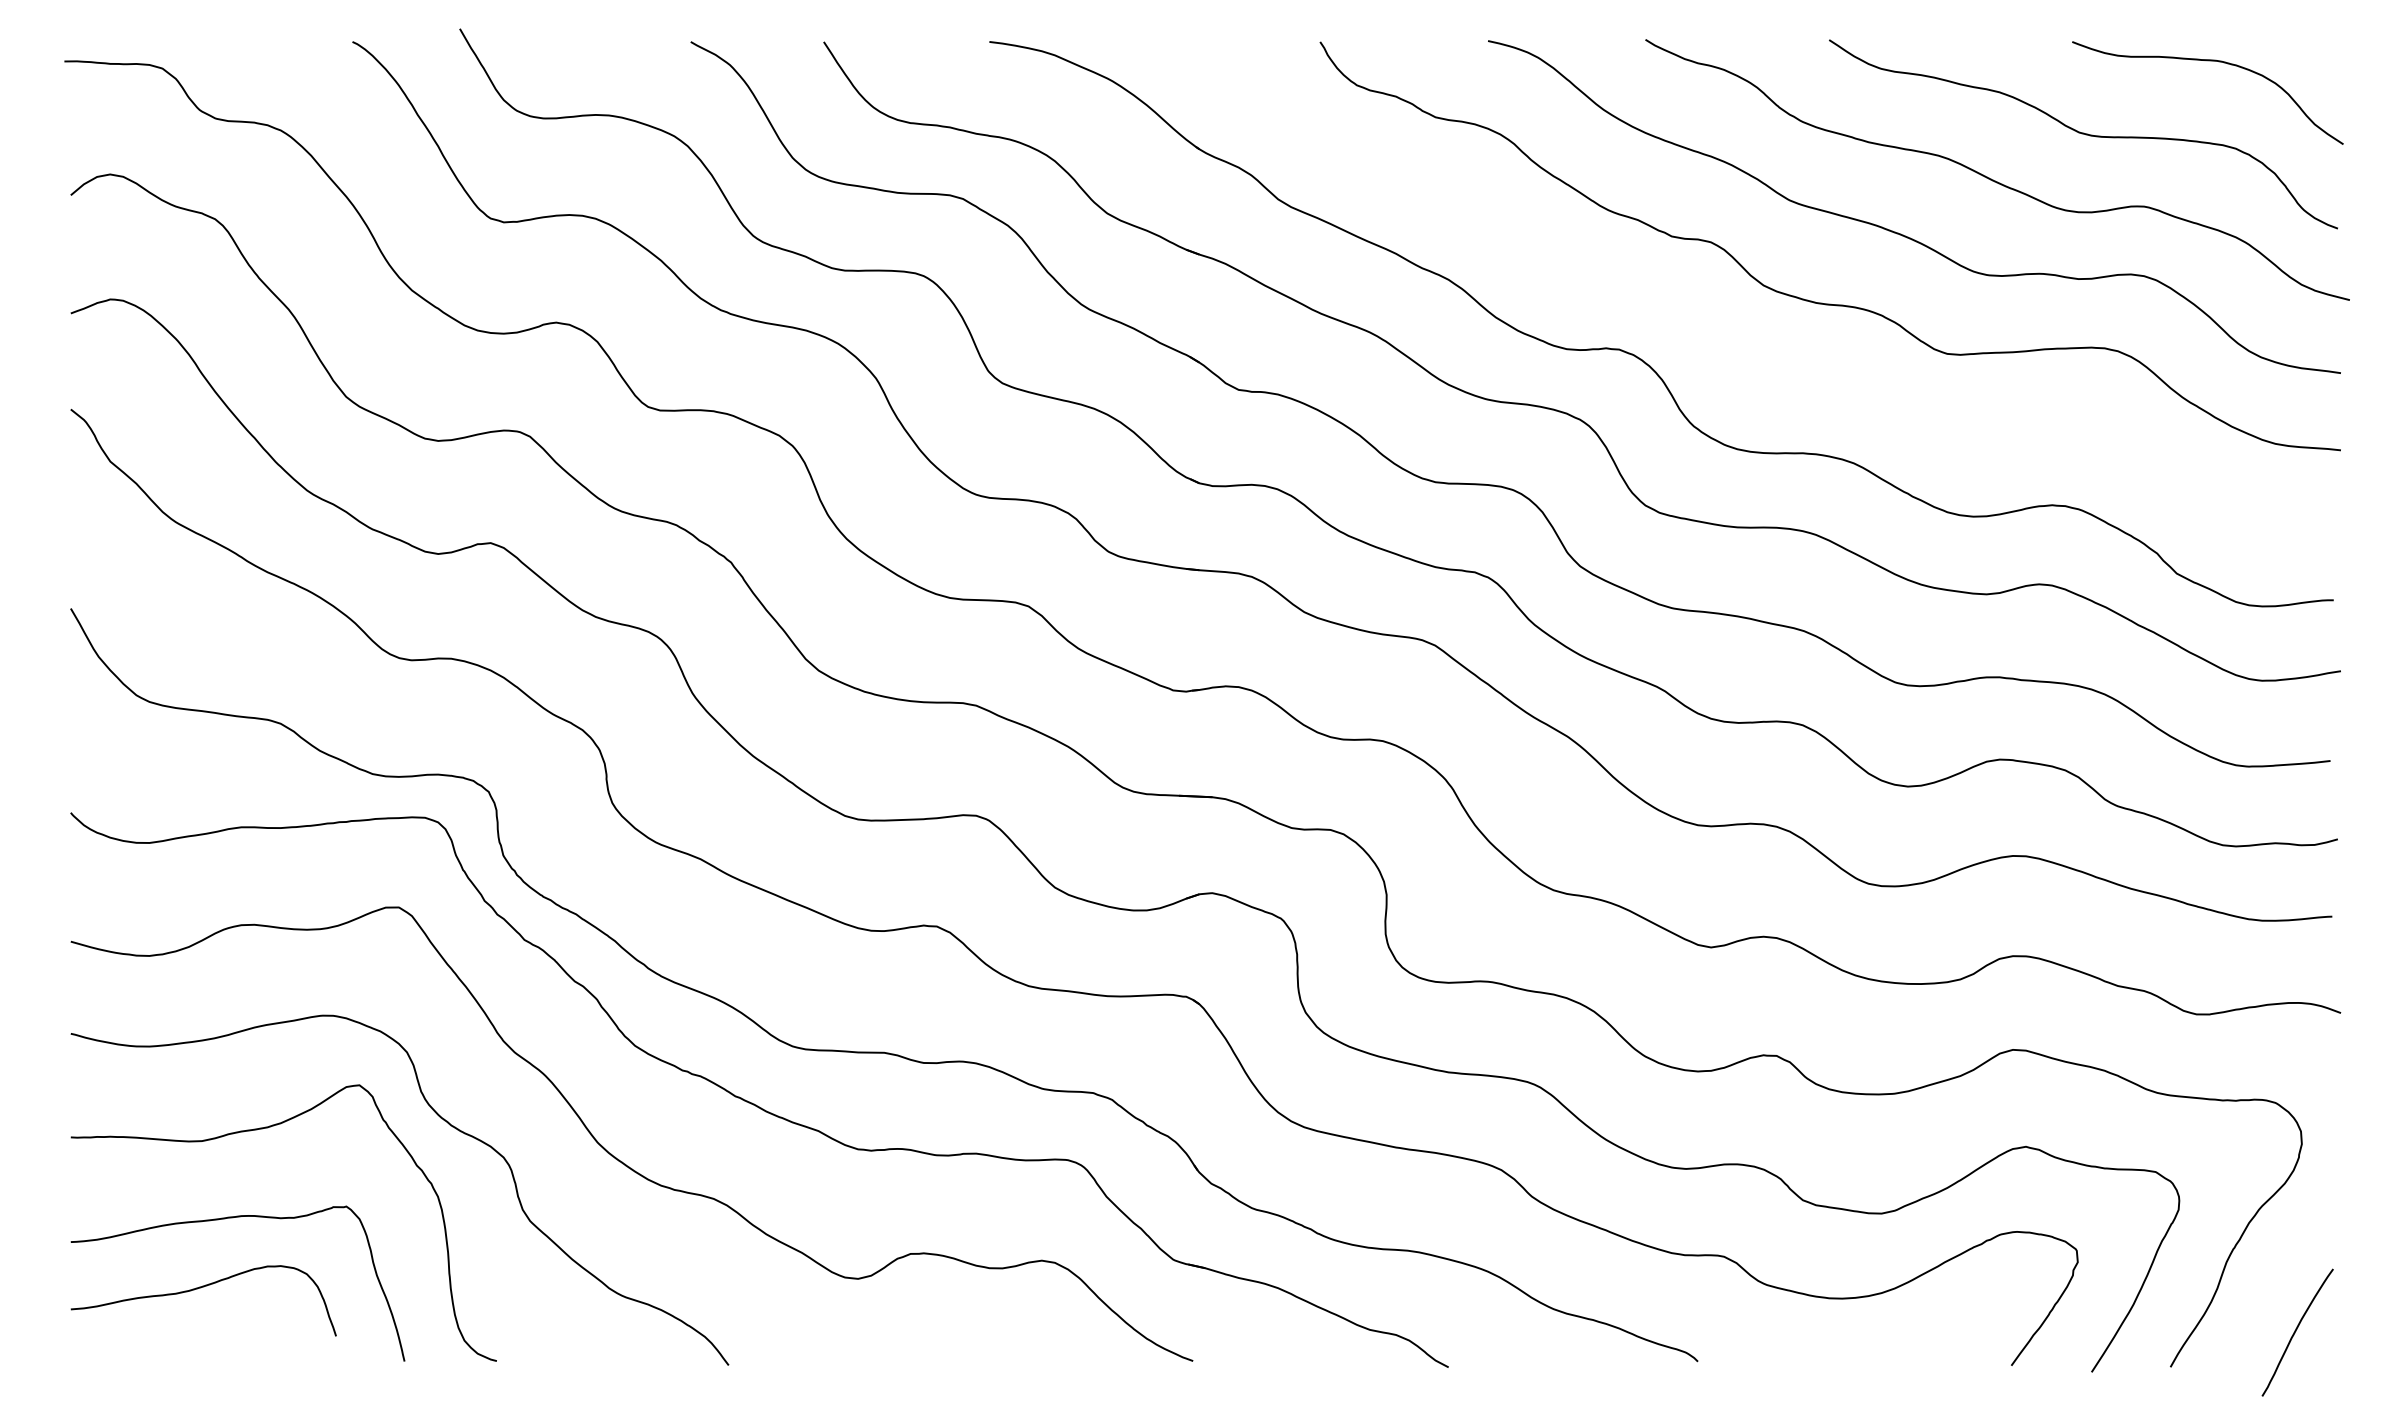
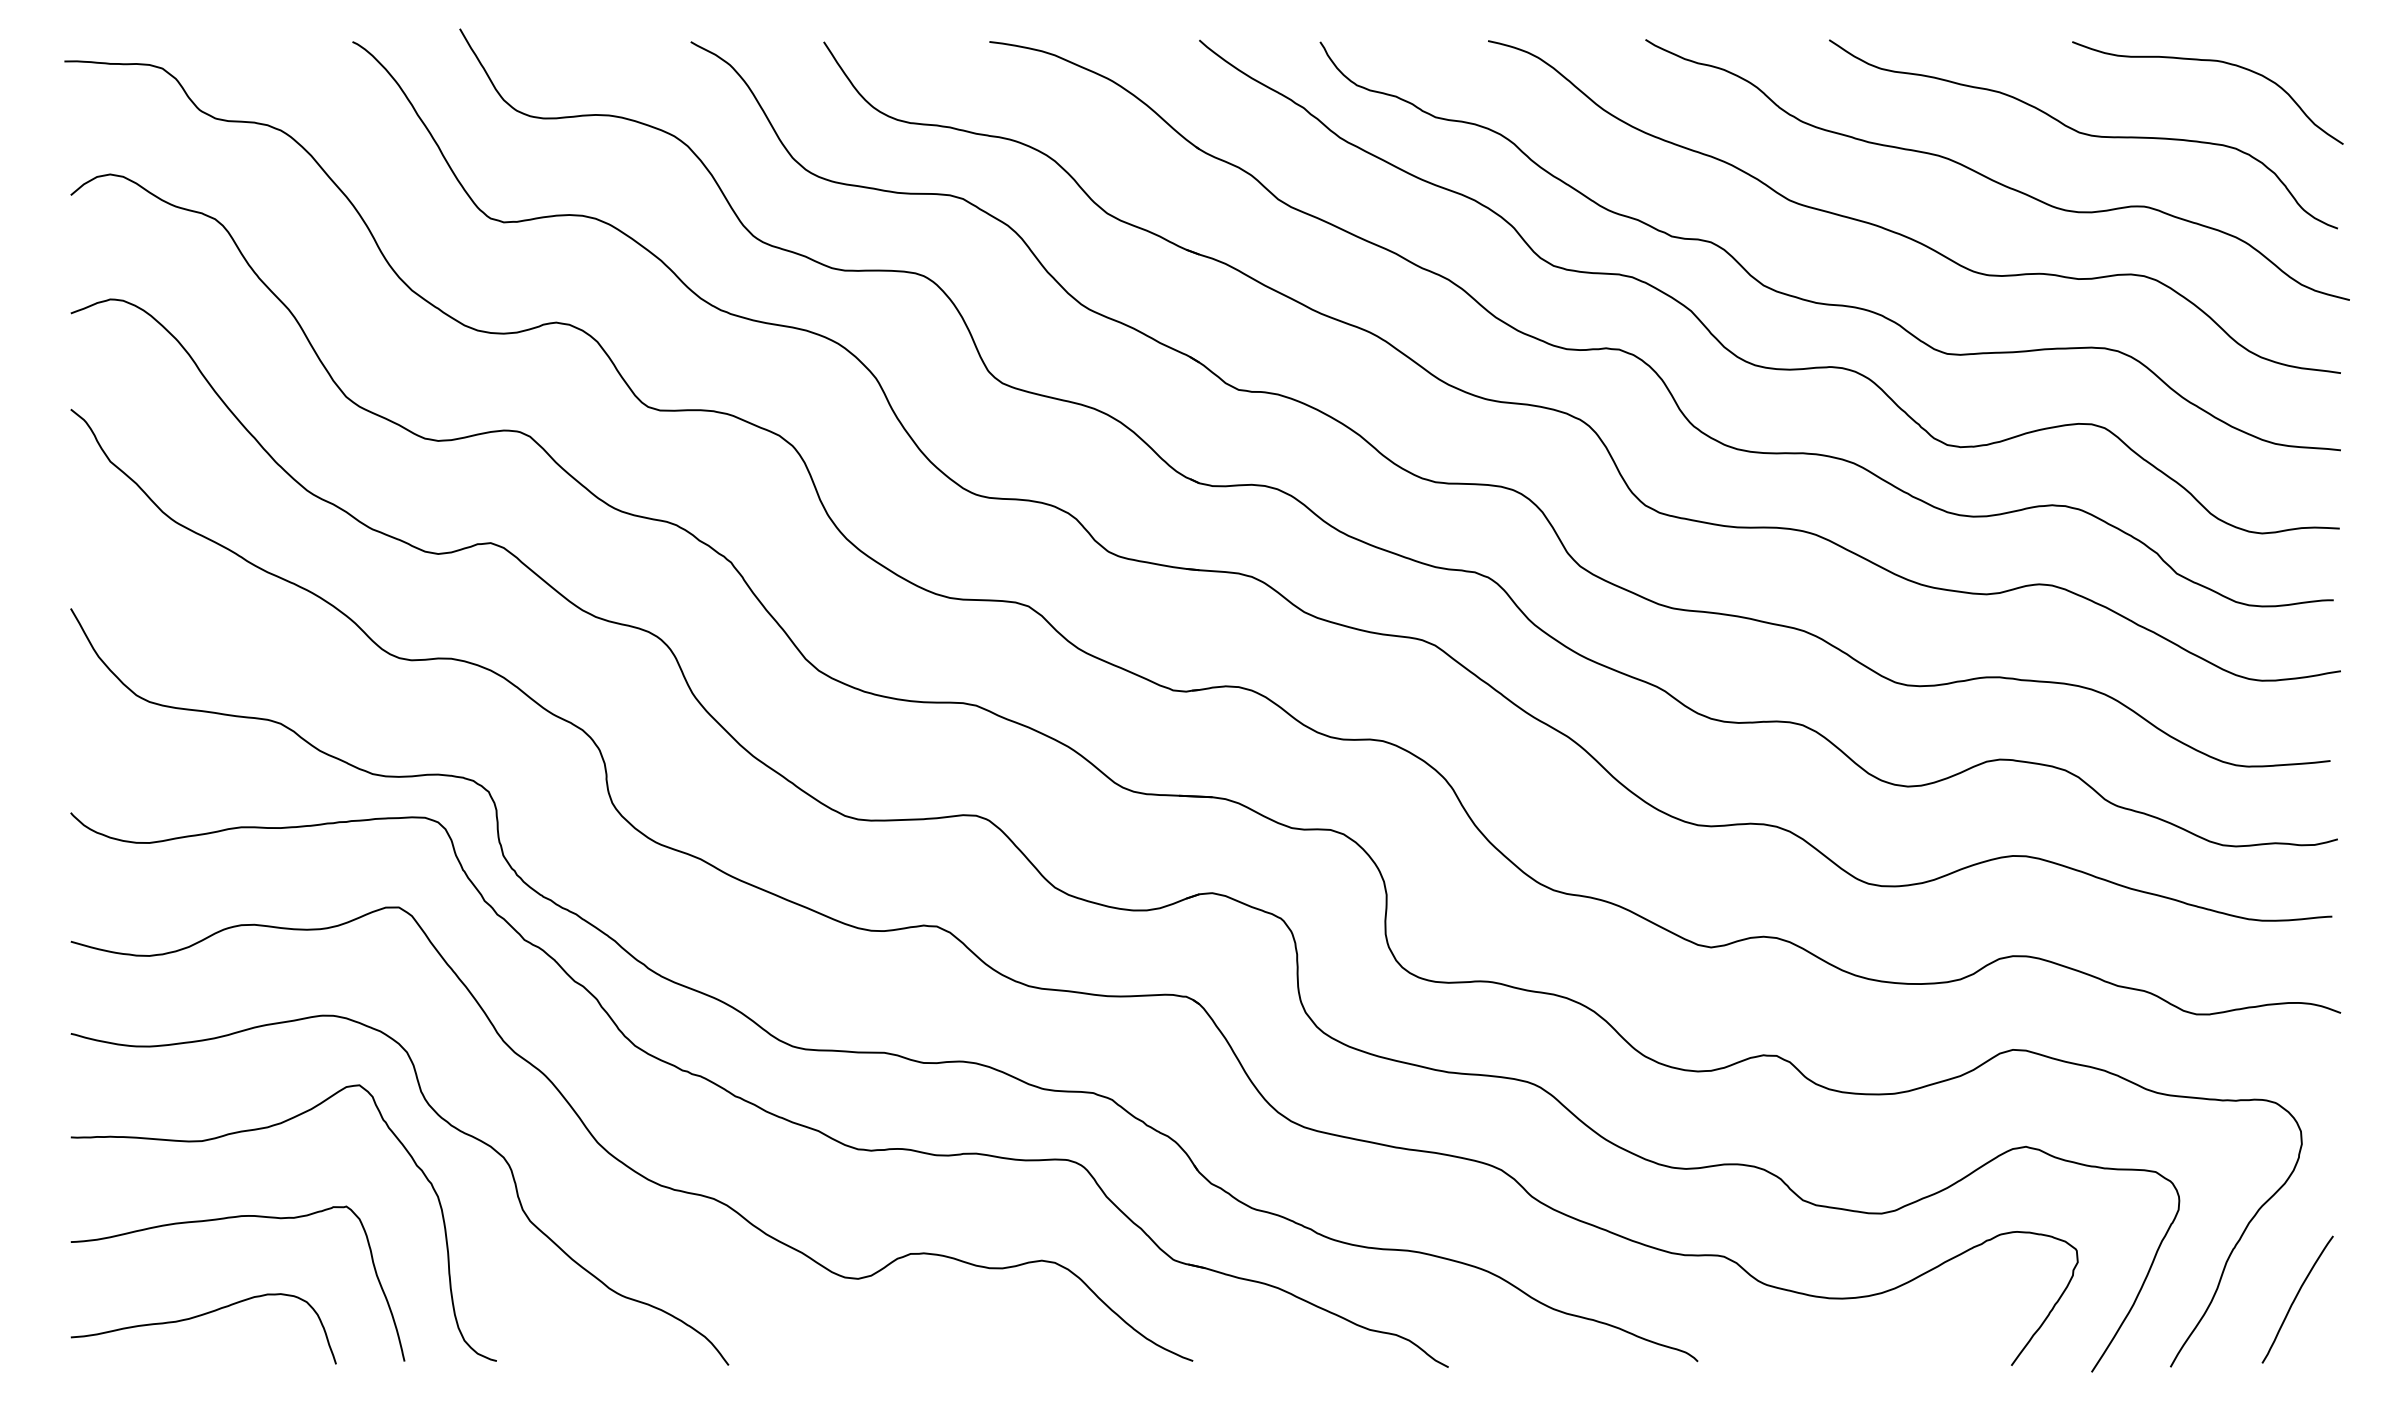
curve at (1717, 338): none -> present
curve at (200, 1288) position: (200, 1288) -> (200, 1316)
curve at (2296, 1331) position: (2296, 1331) -> (2296, 1298)
